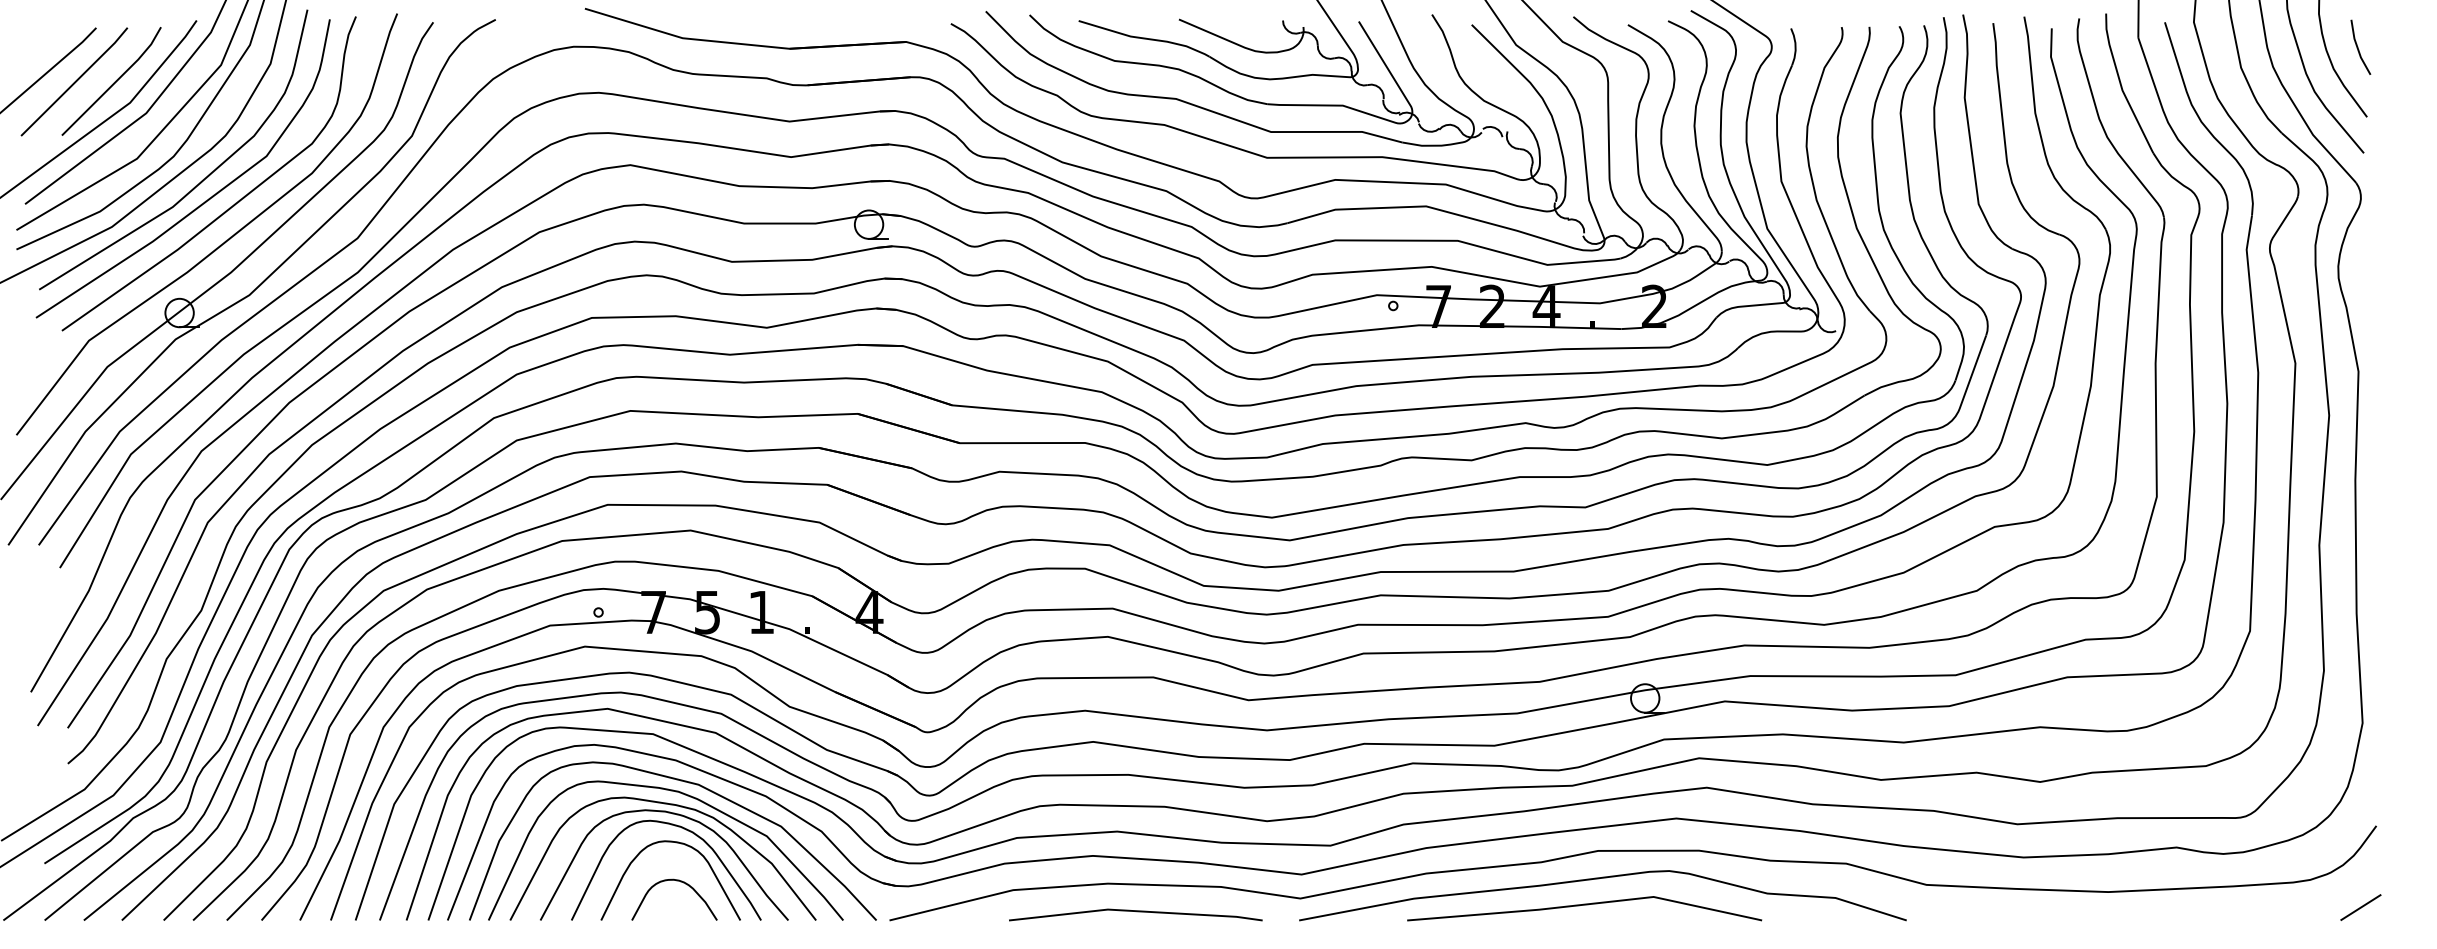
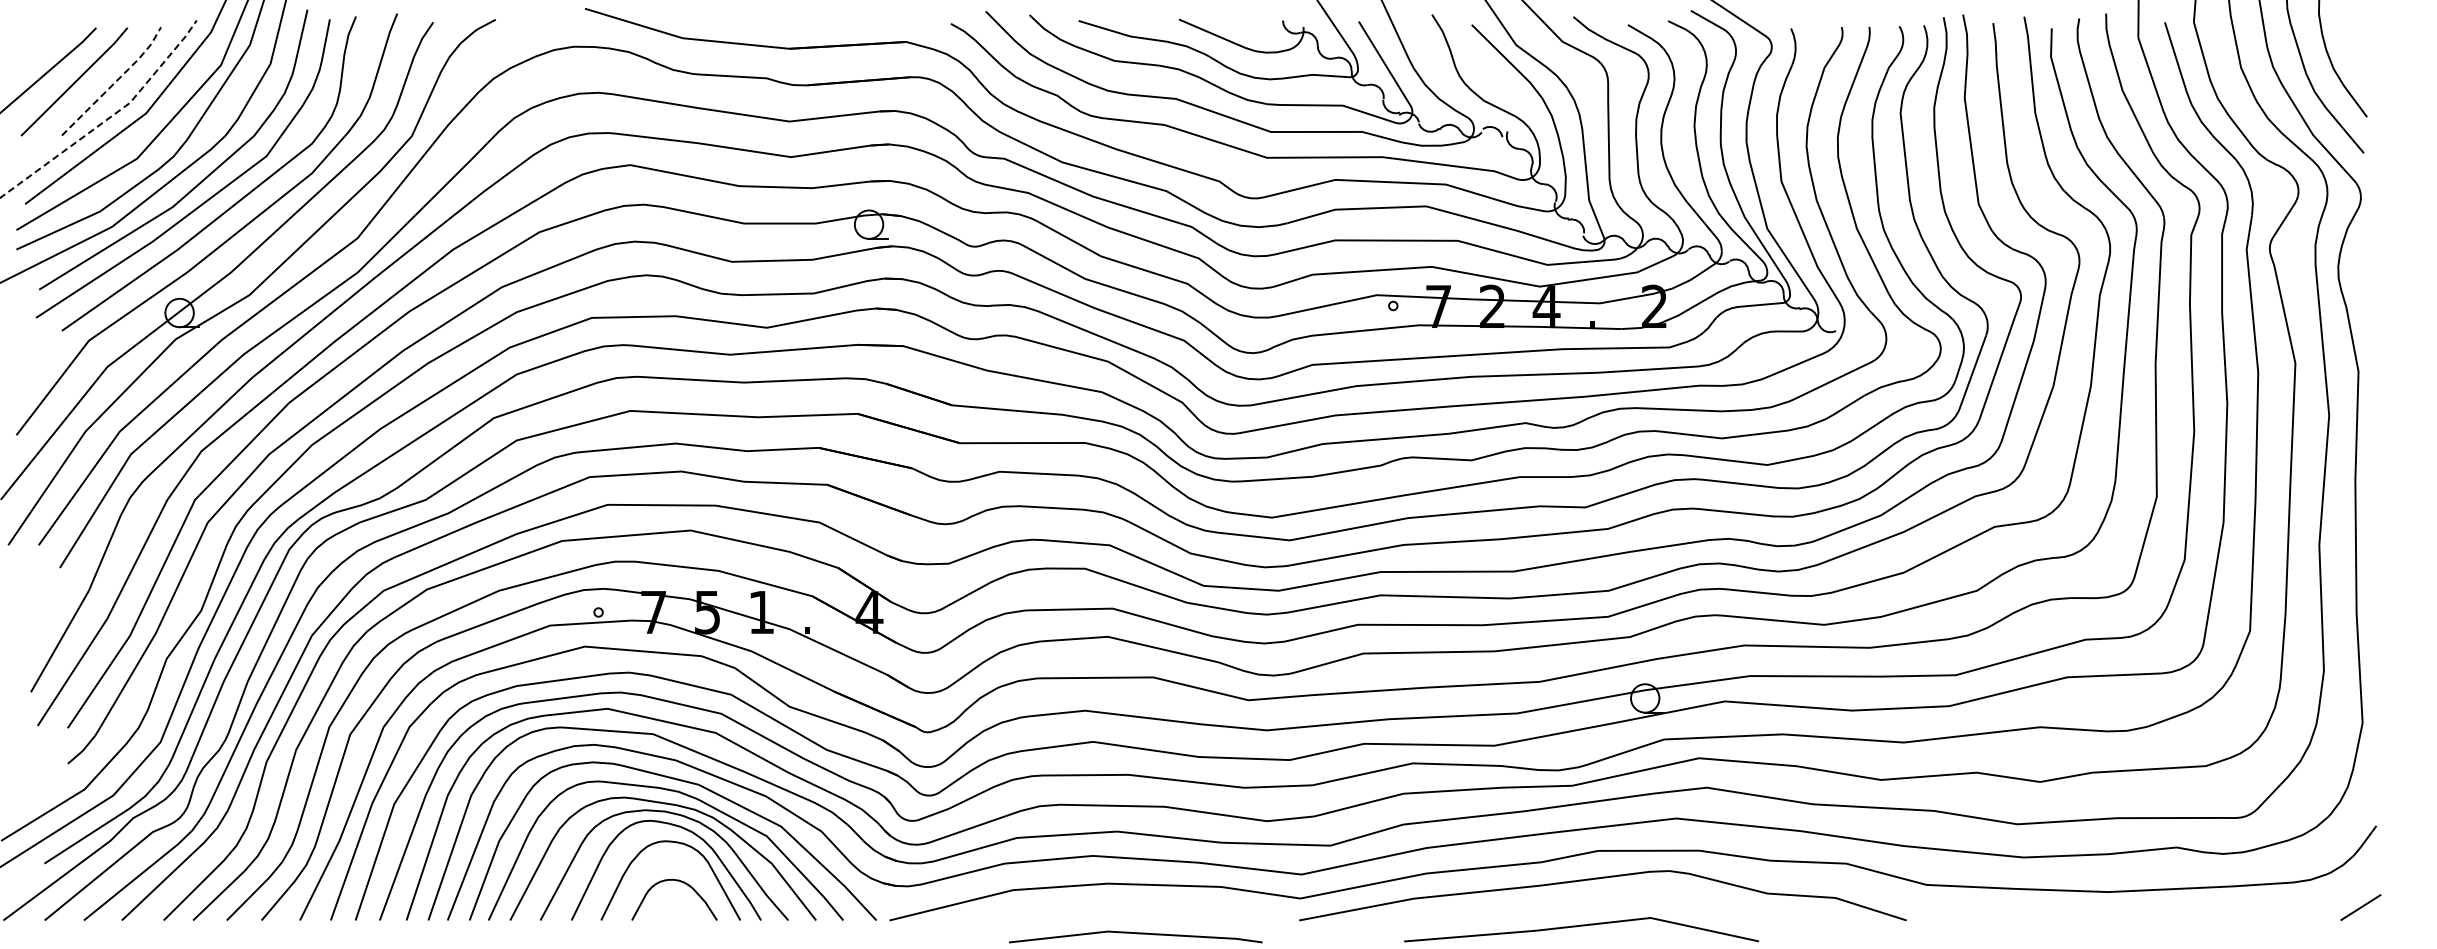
line at (2358, 46): present -> none
line at (115, 82): solid -> dashed
line at (109, 118): solid -> dashed
line at (1584, 905) position: (1584, 905) -> (1581, 926)
line at (1136, 912) position: (1136, 912) -> (1136, 934)
